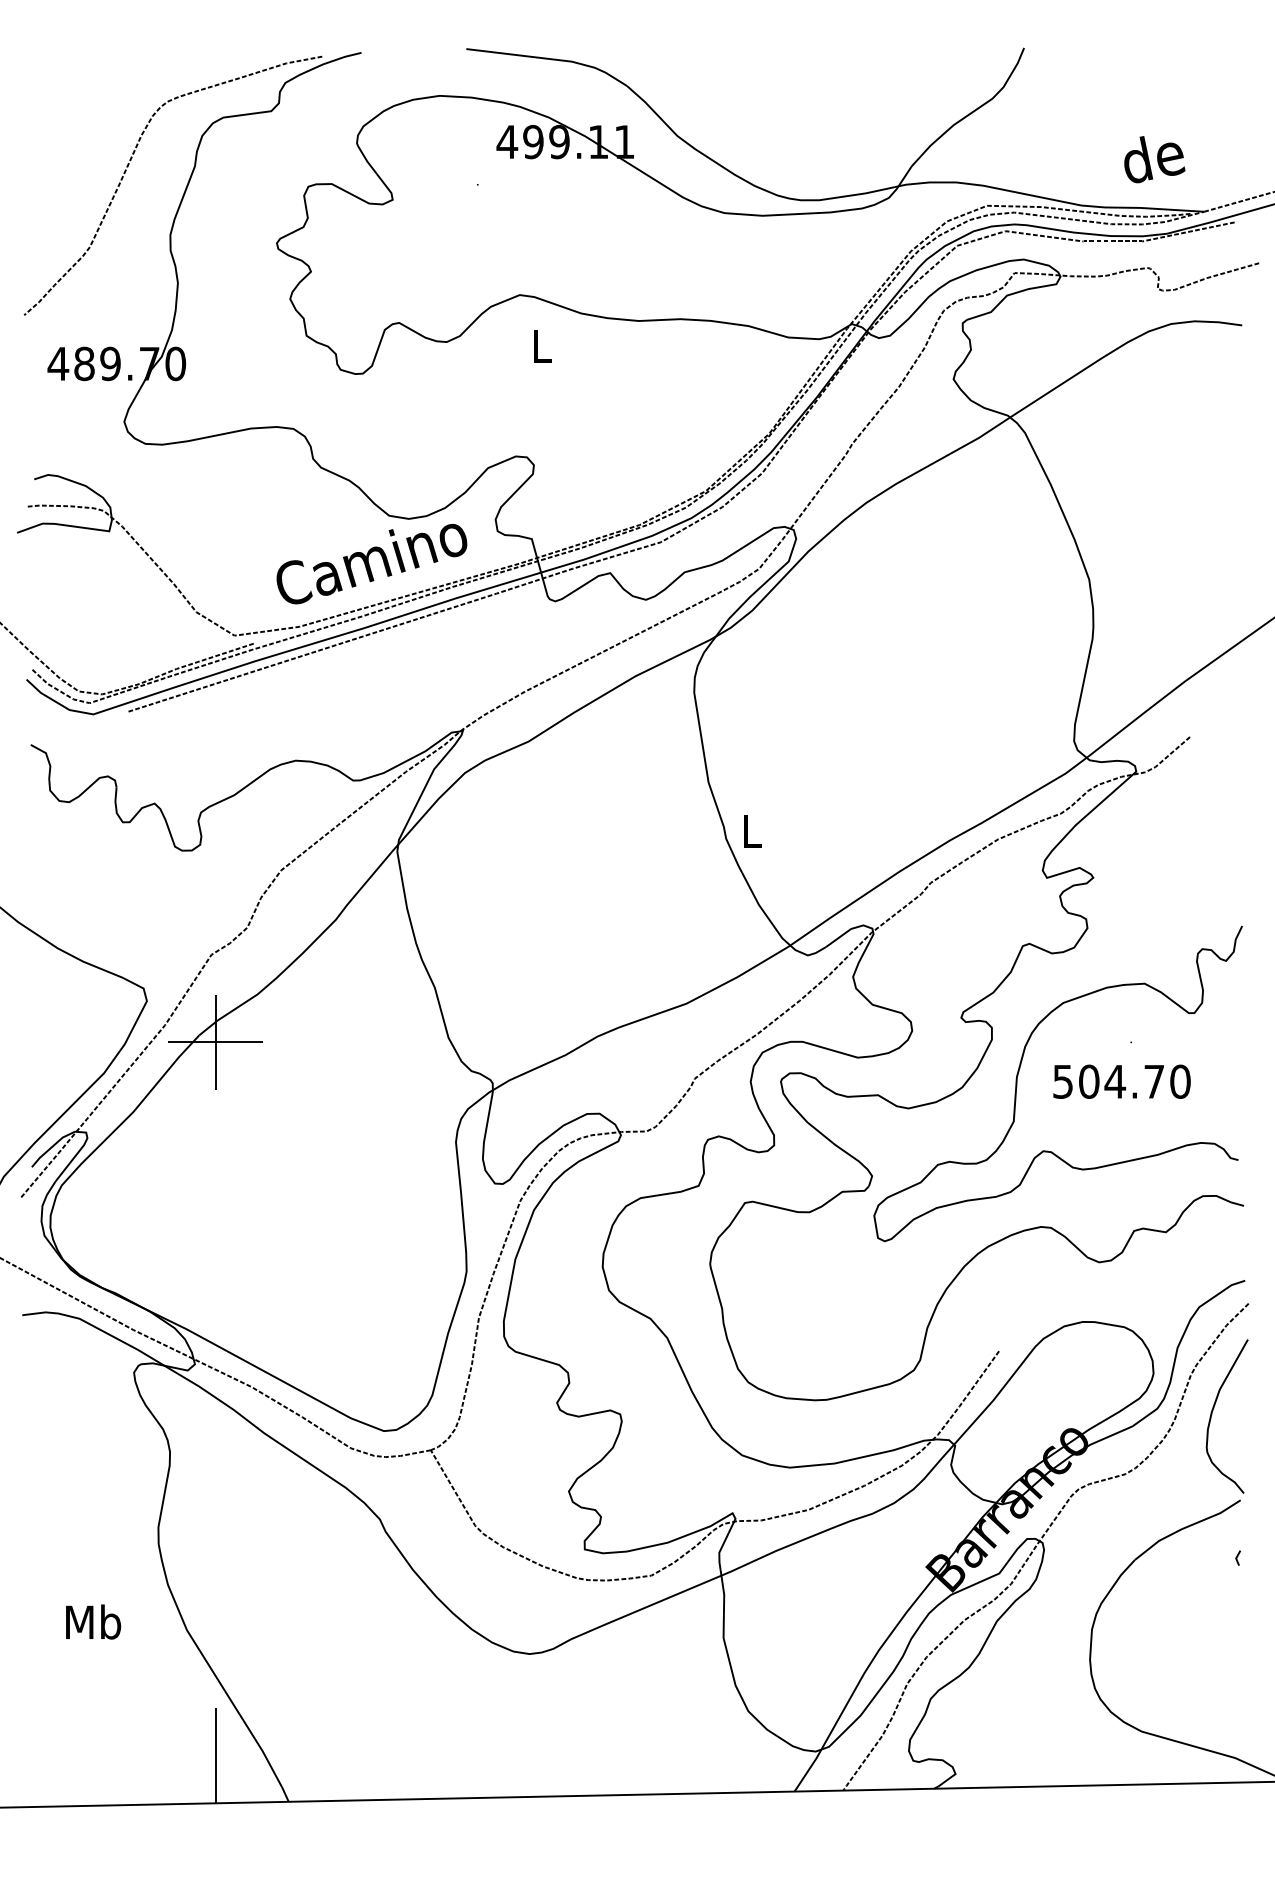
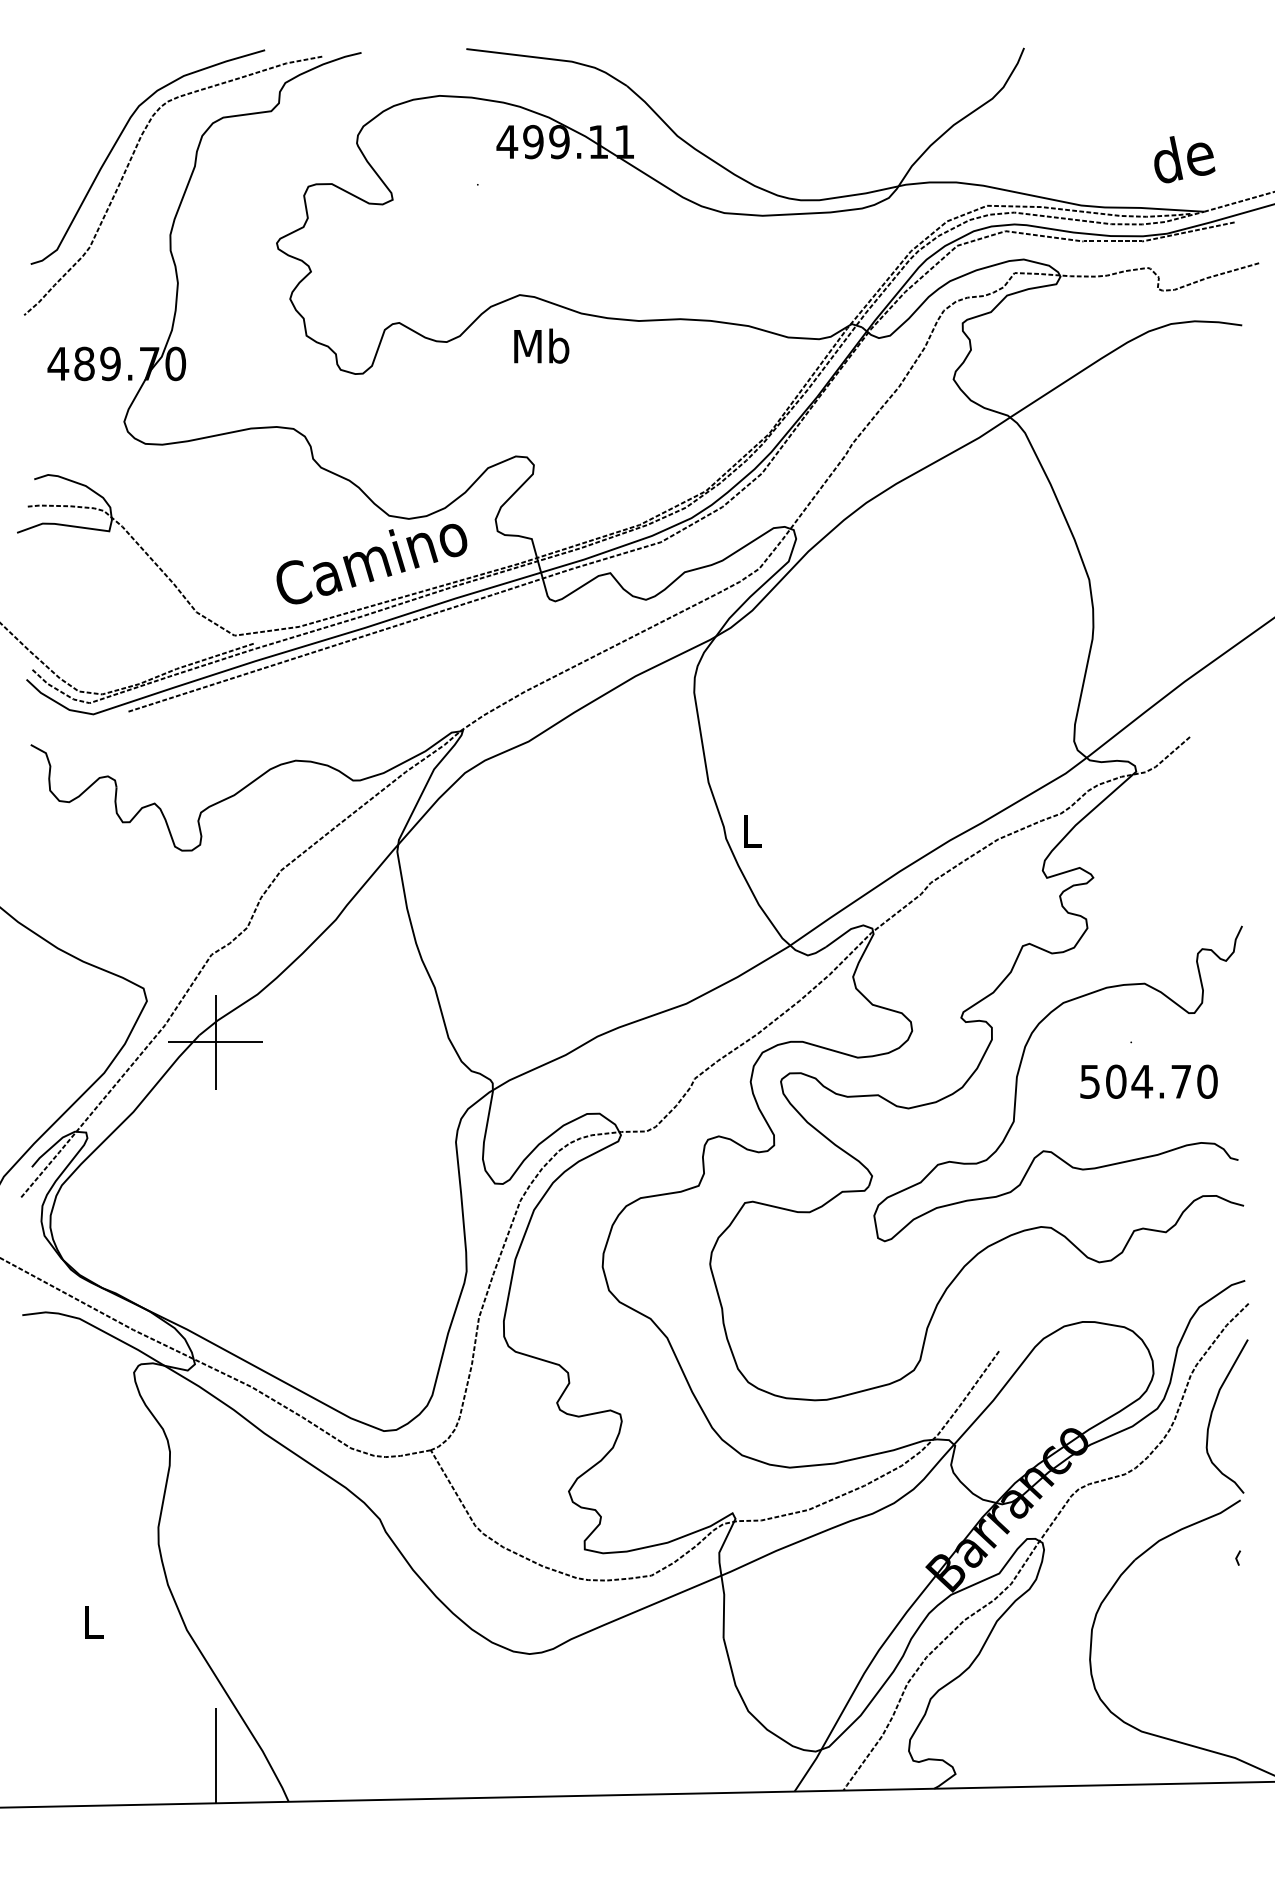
curve at (117, 142): none -> present
text at (1154, 159) position: (1154, 159) -> (1184, 159)
text at (541, 345): L -> Mb
text at (1121, 1081) position: (1121, 1081) -> (1148, 1081)
text at (93, 1621): Mb -> L
